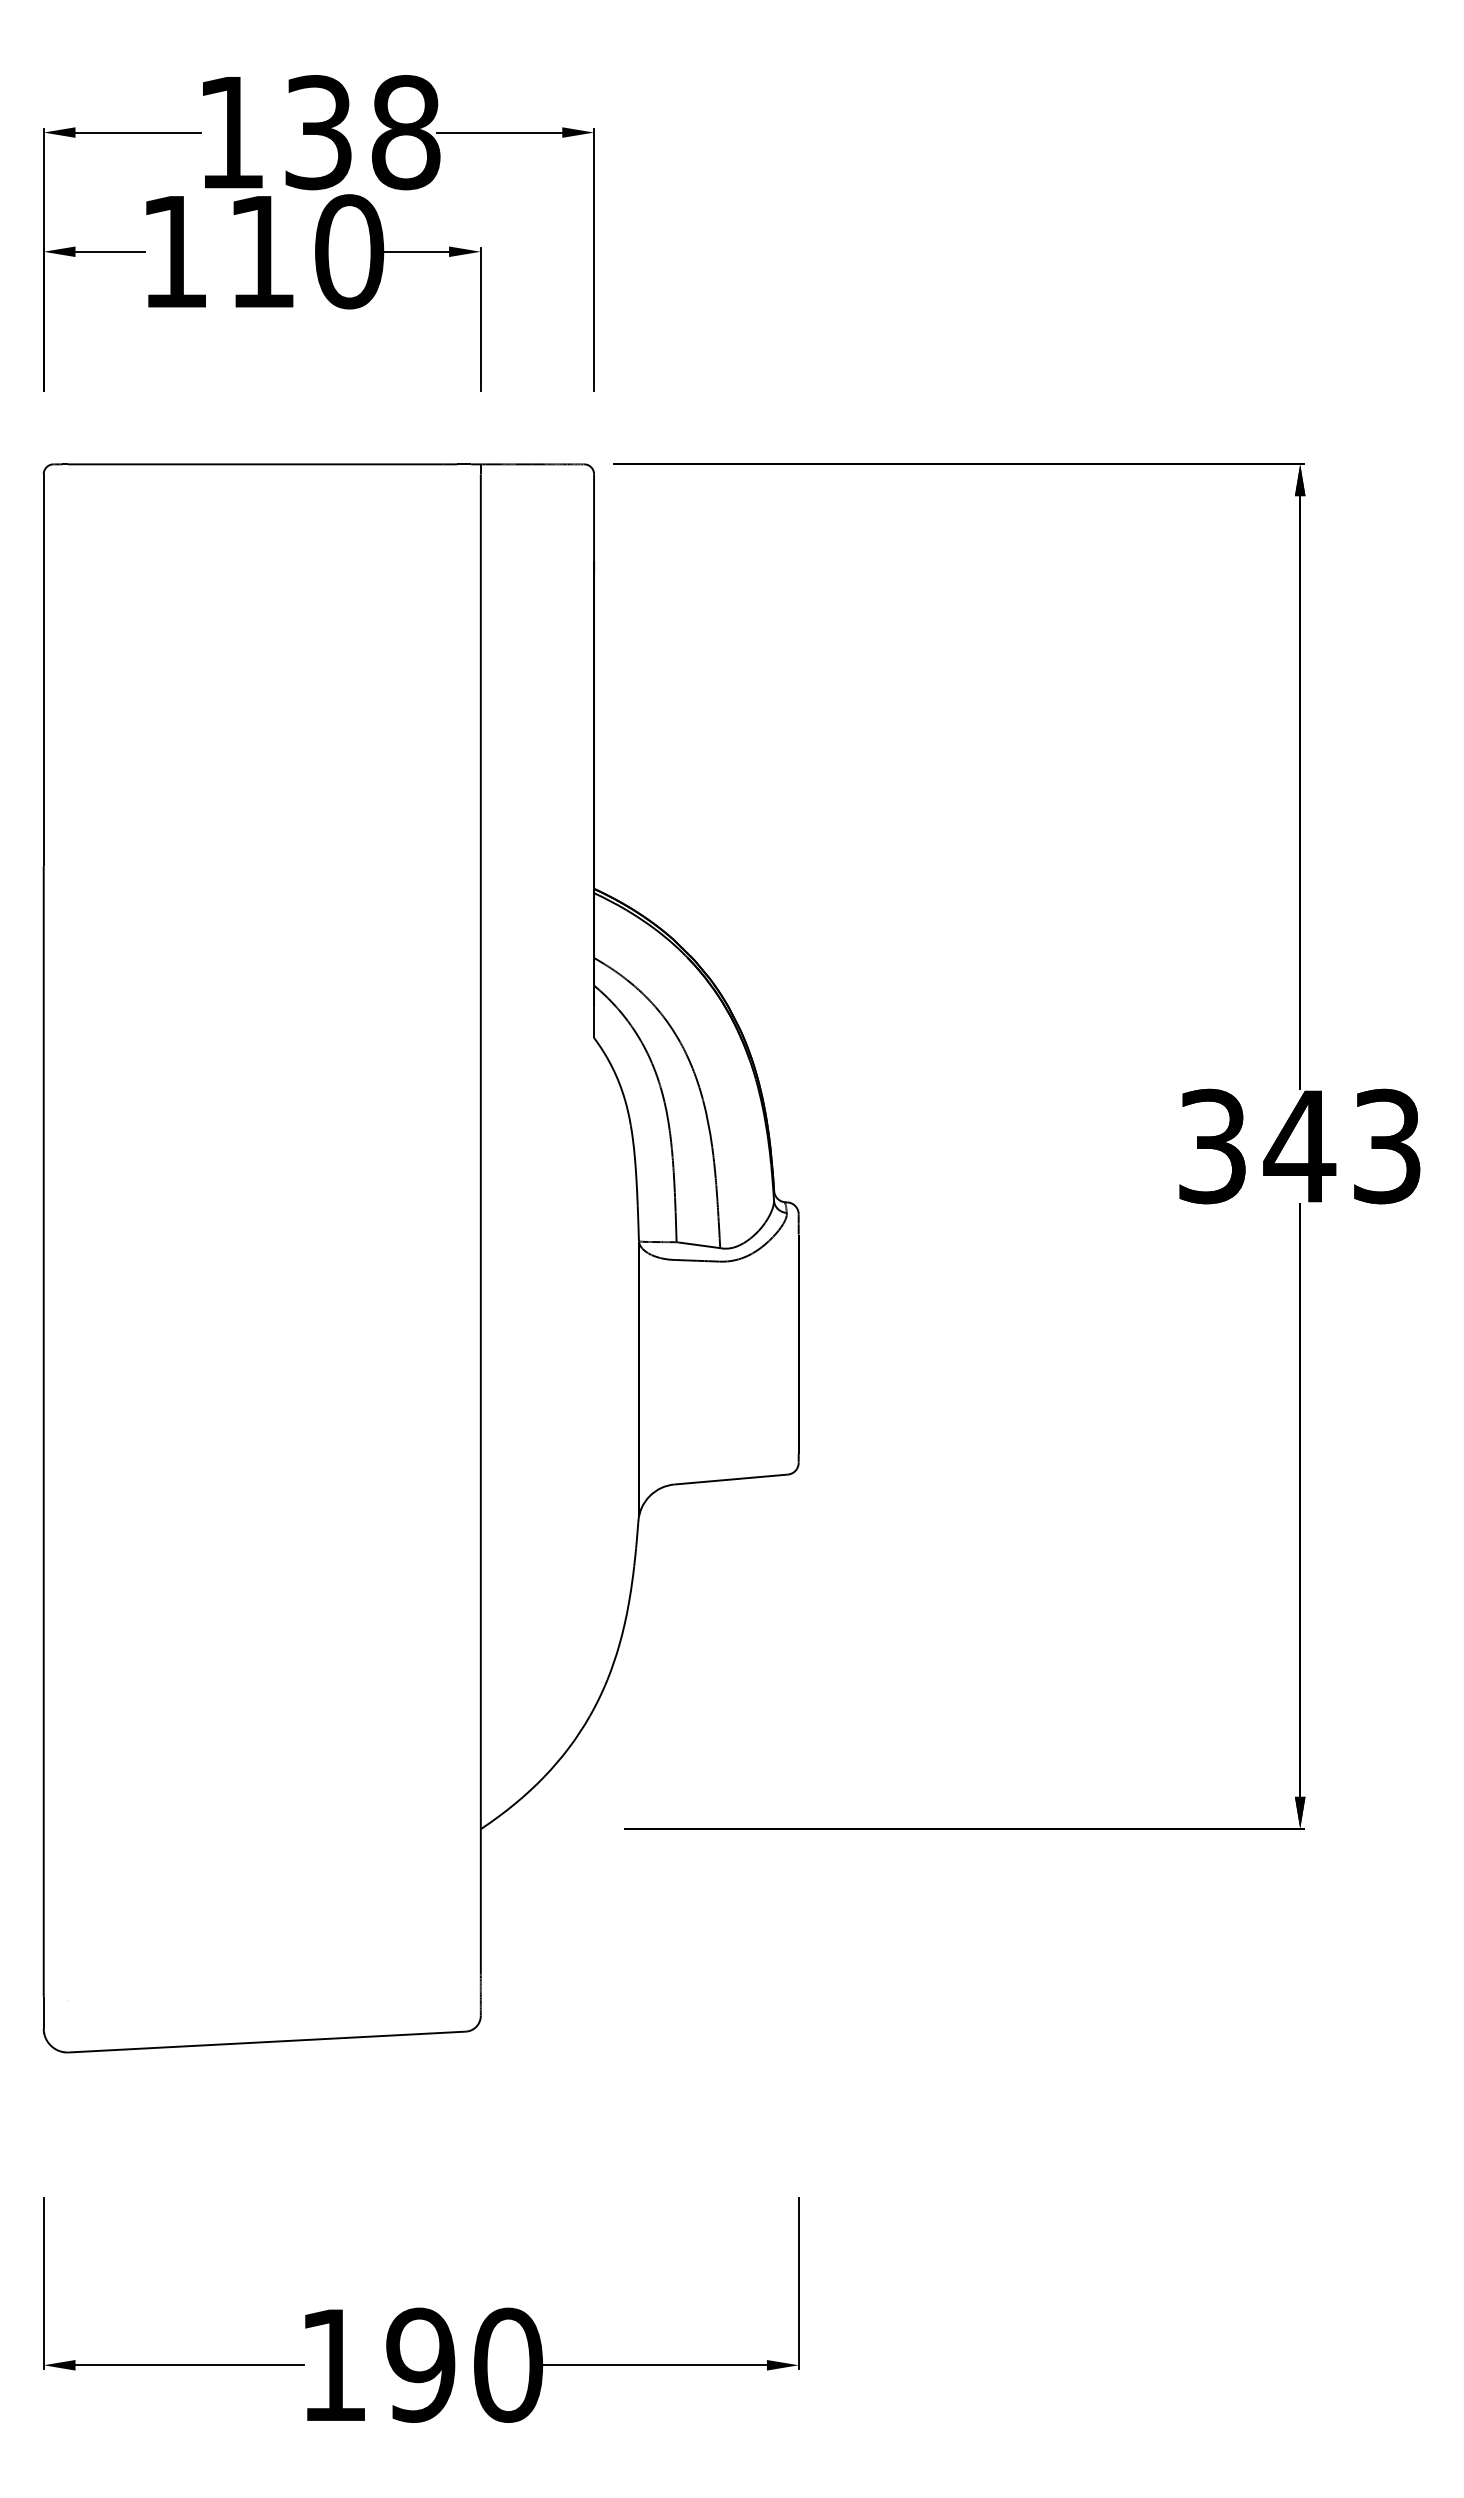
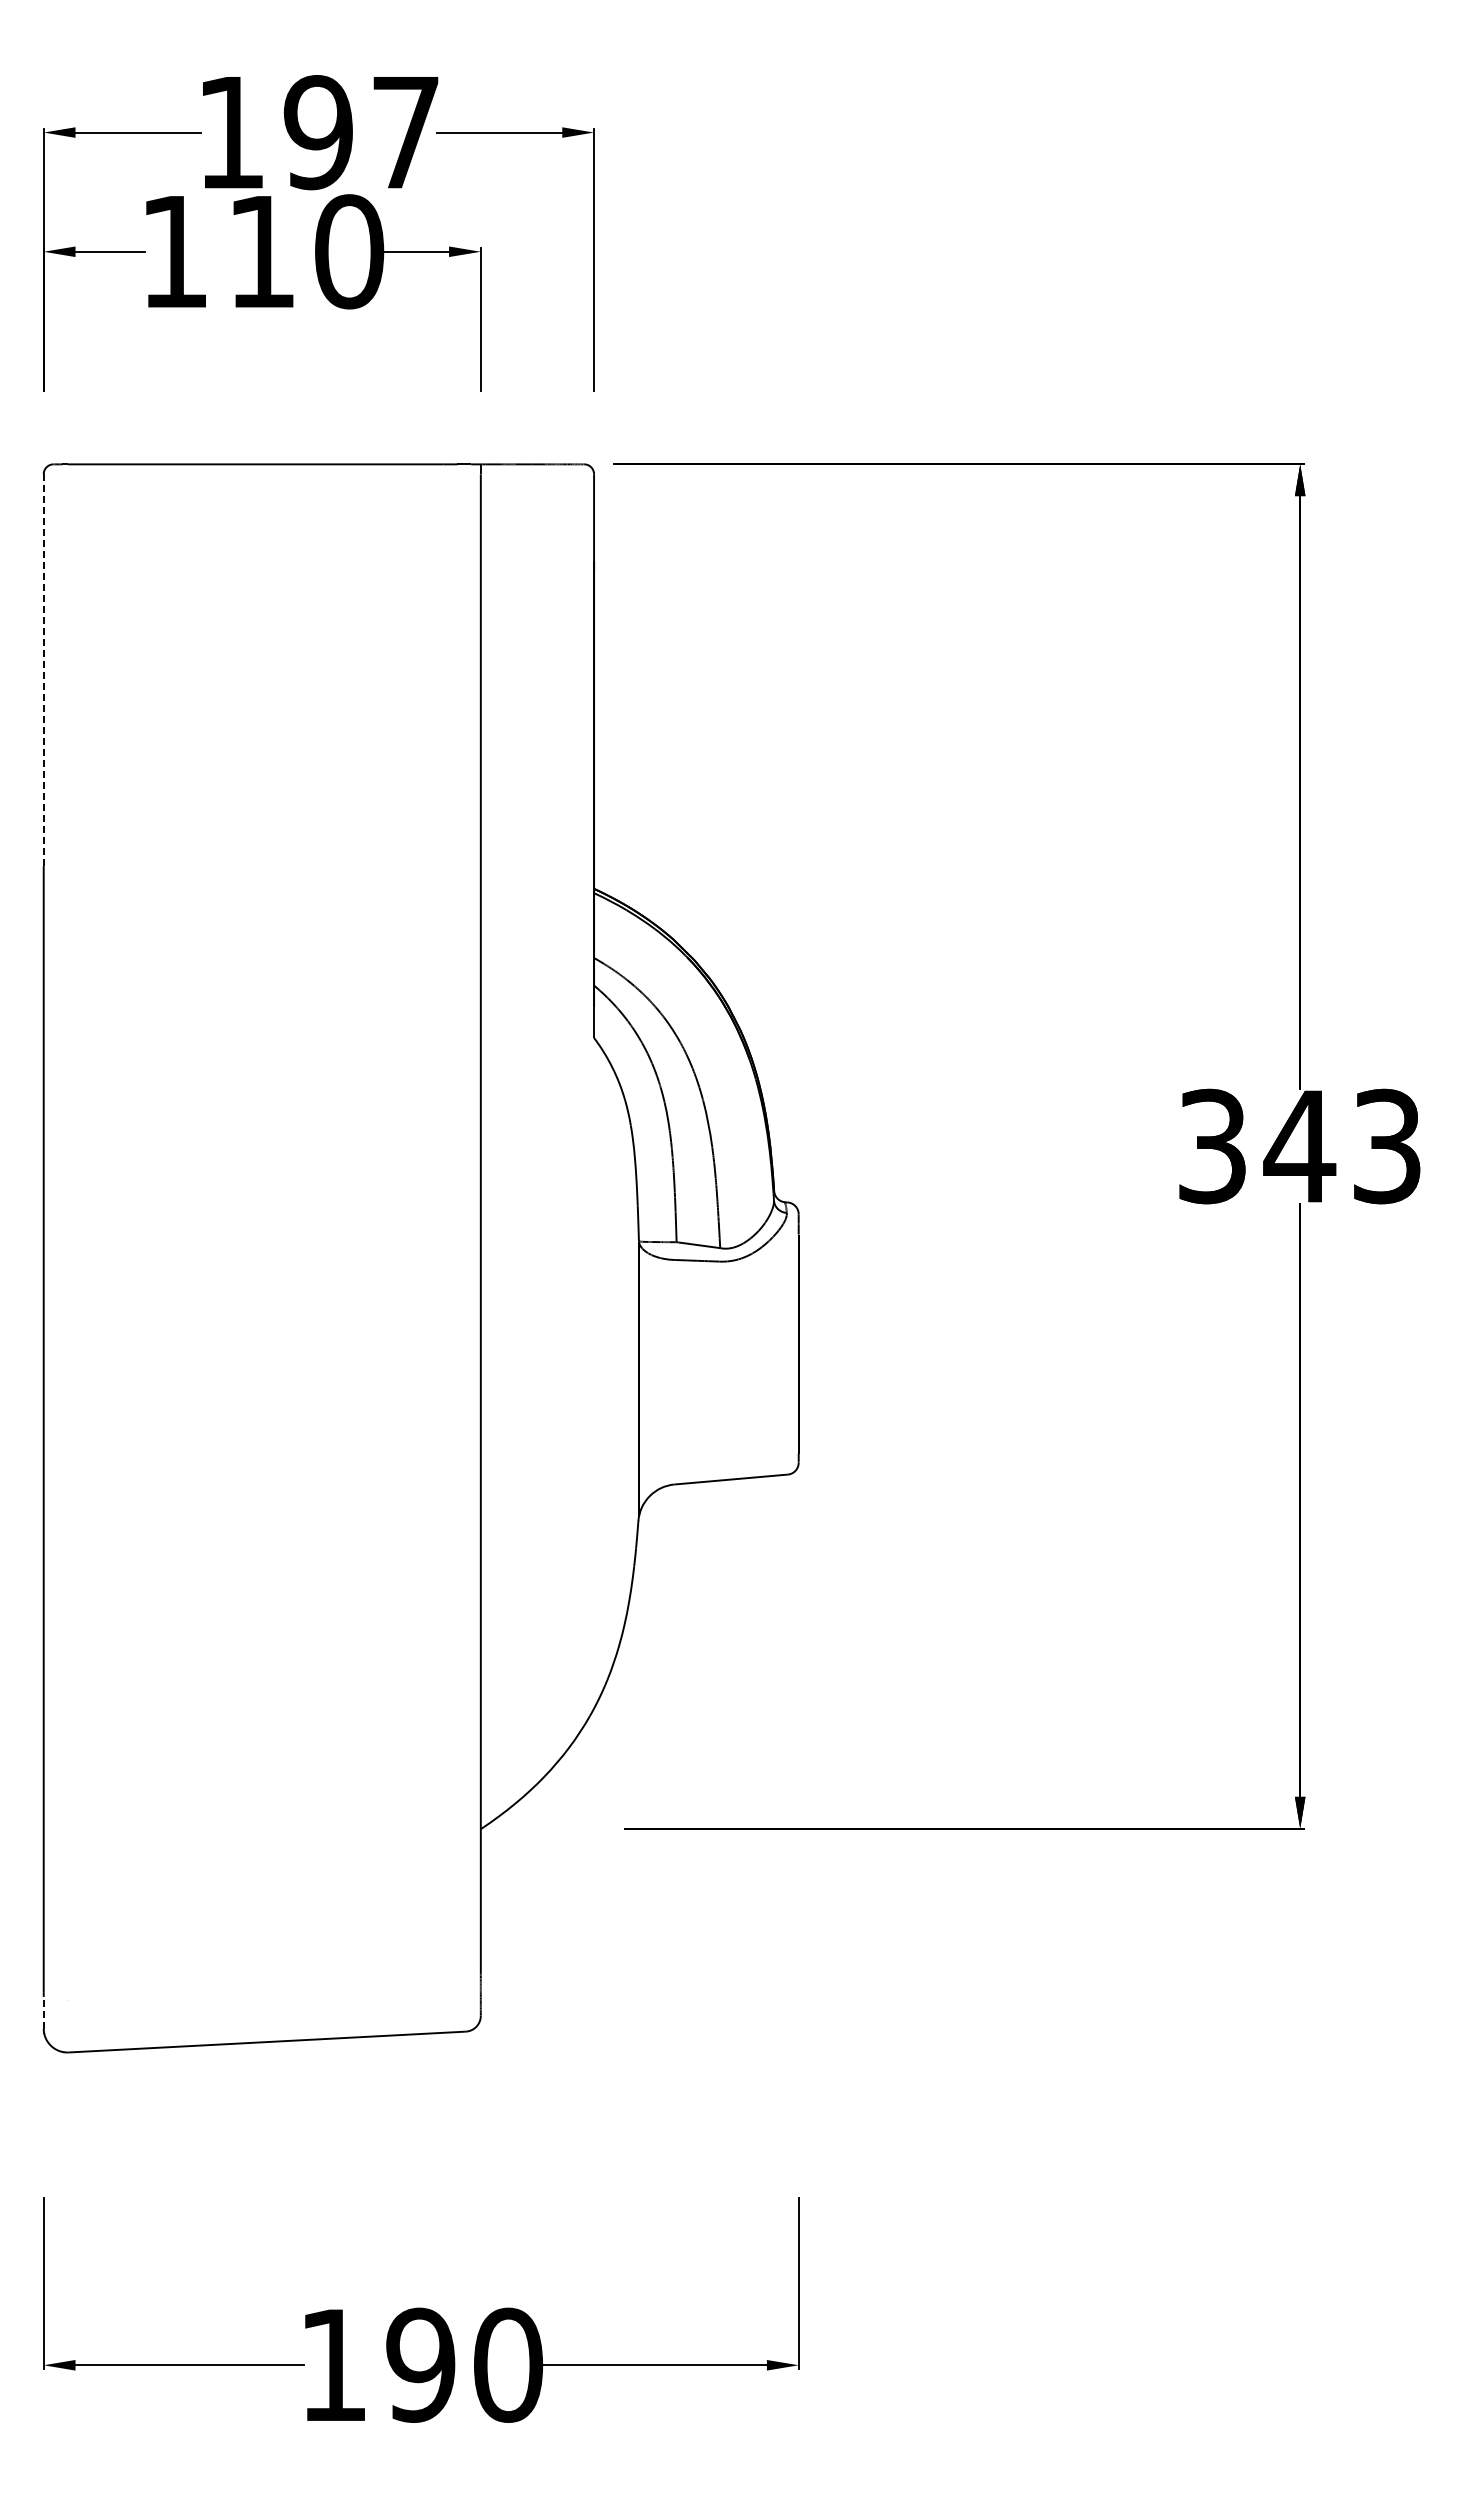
text at (361, 132): 138 -> 197
line at (43, 670): solid -> dashed
line at (43, 2012): solid -> dashed
